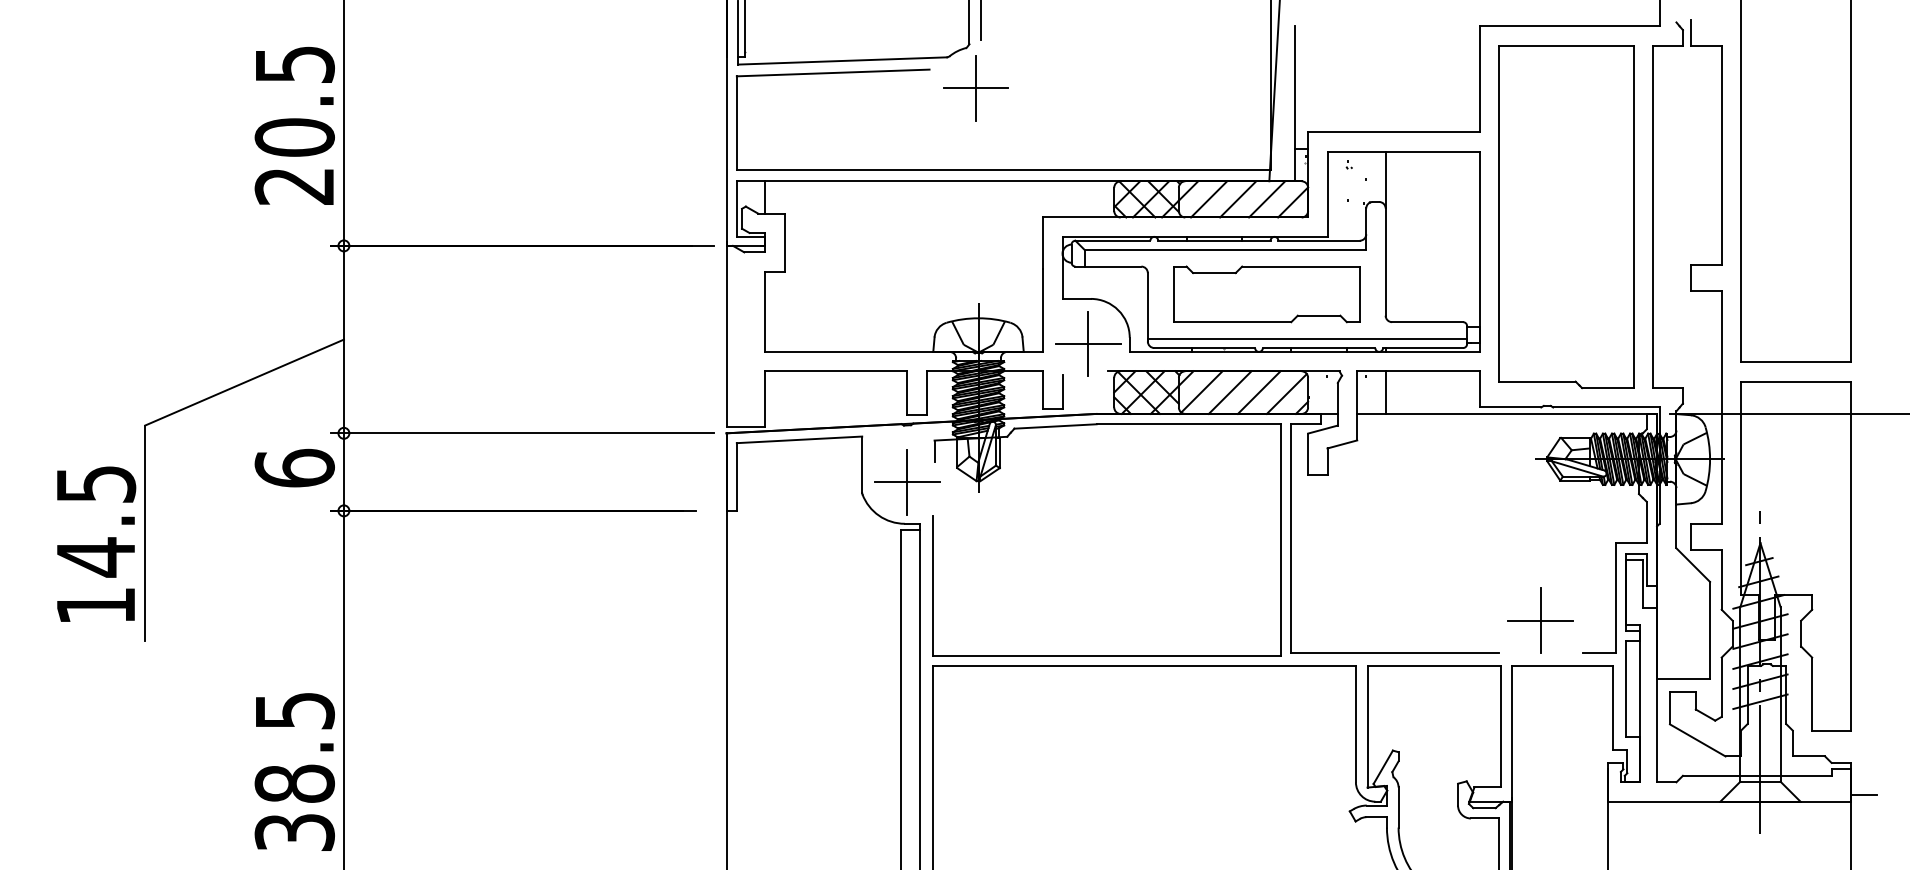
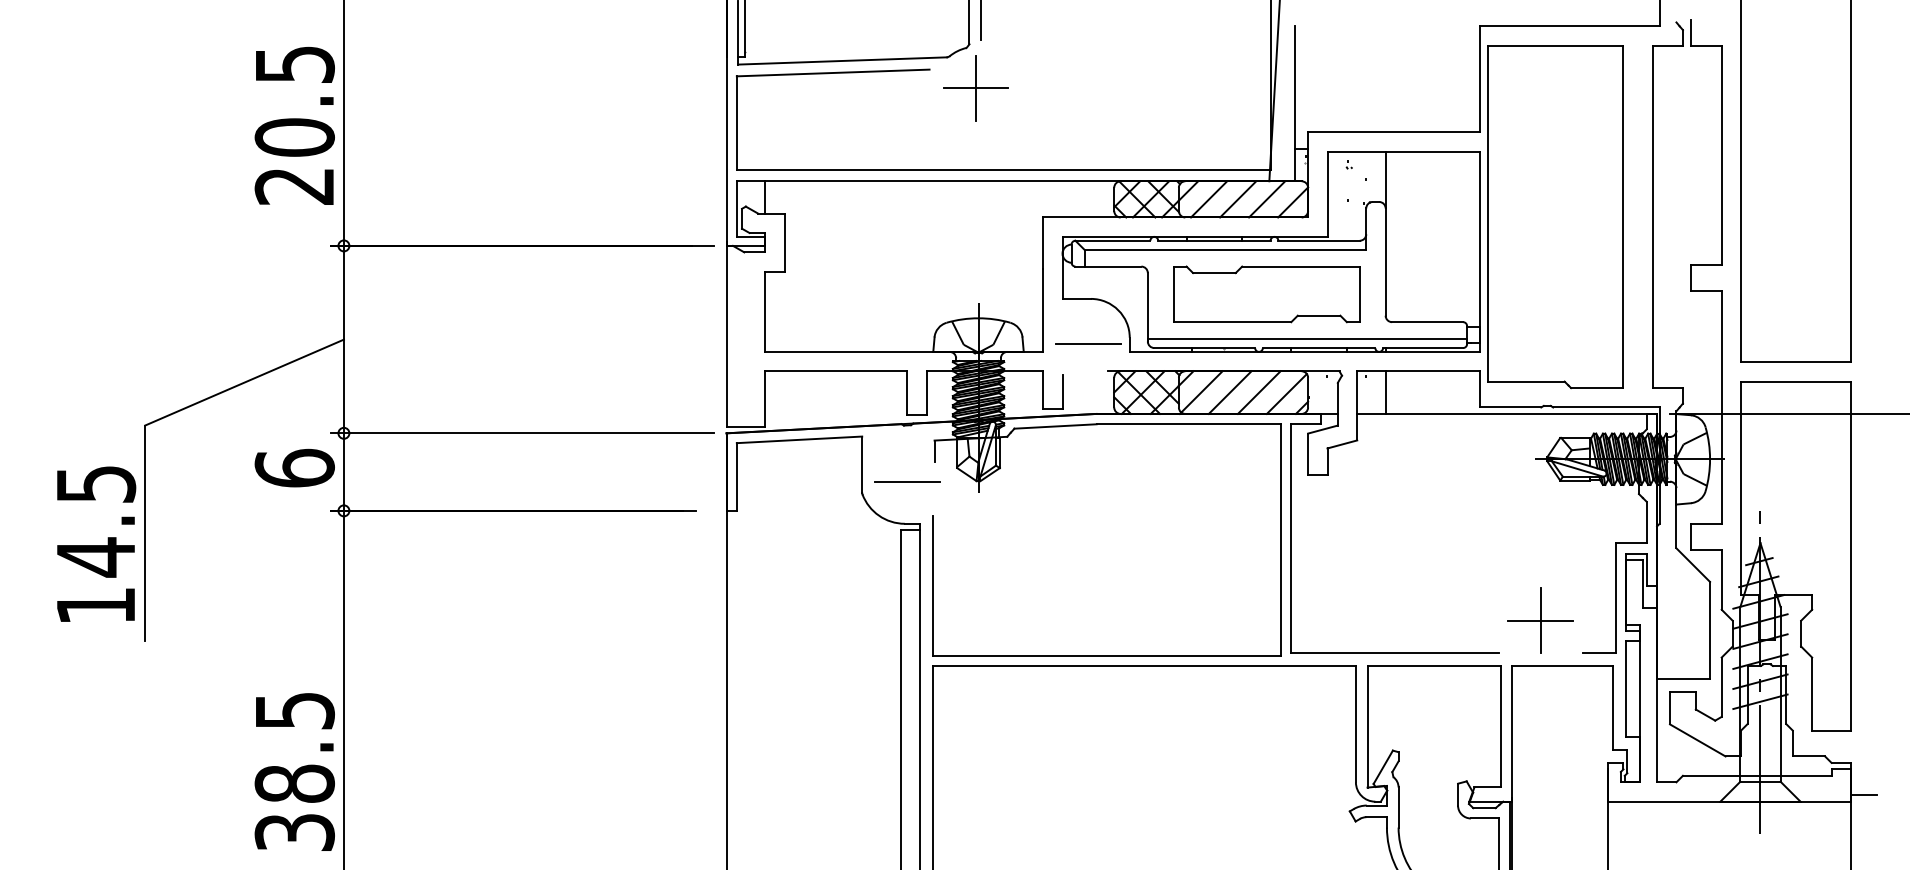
part at (1566, 217) position: (1566, 217) -> (1555, 217)
line at (1088, 343): present -> none
line at (907, 482): present -> none
